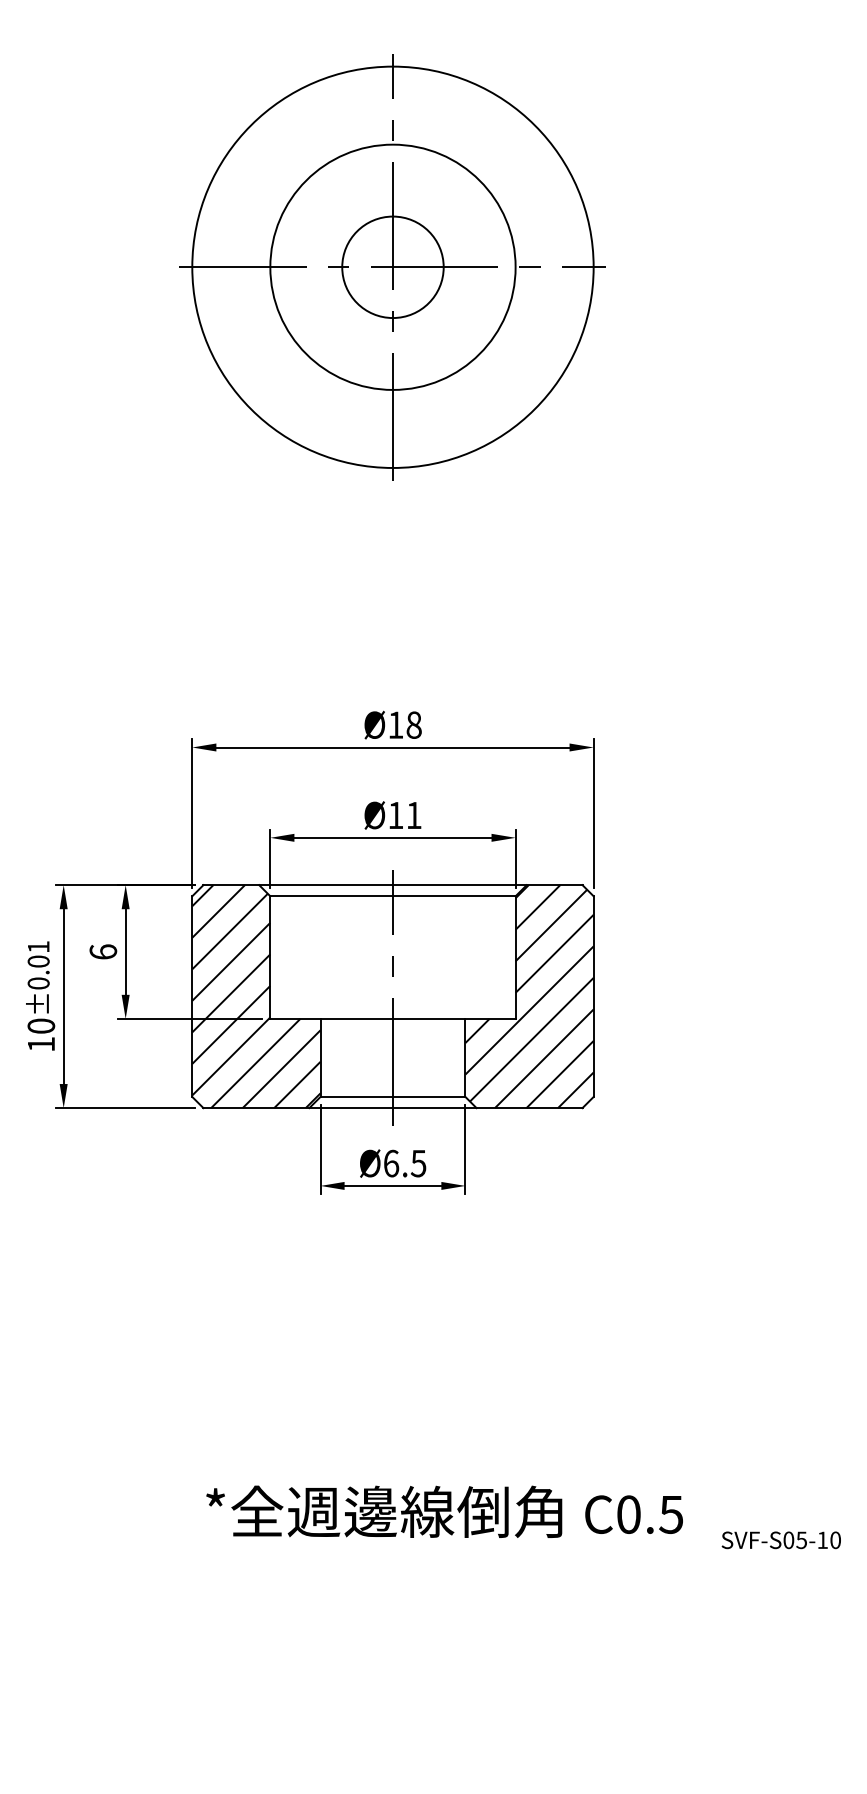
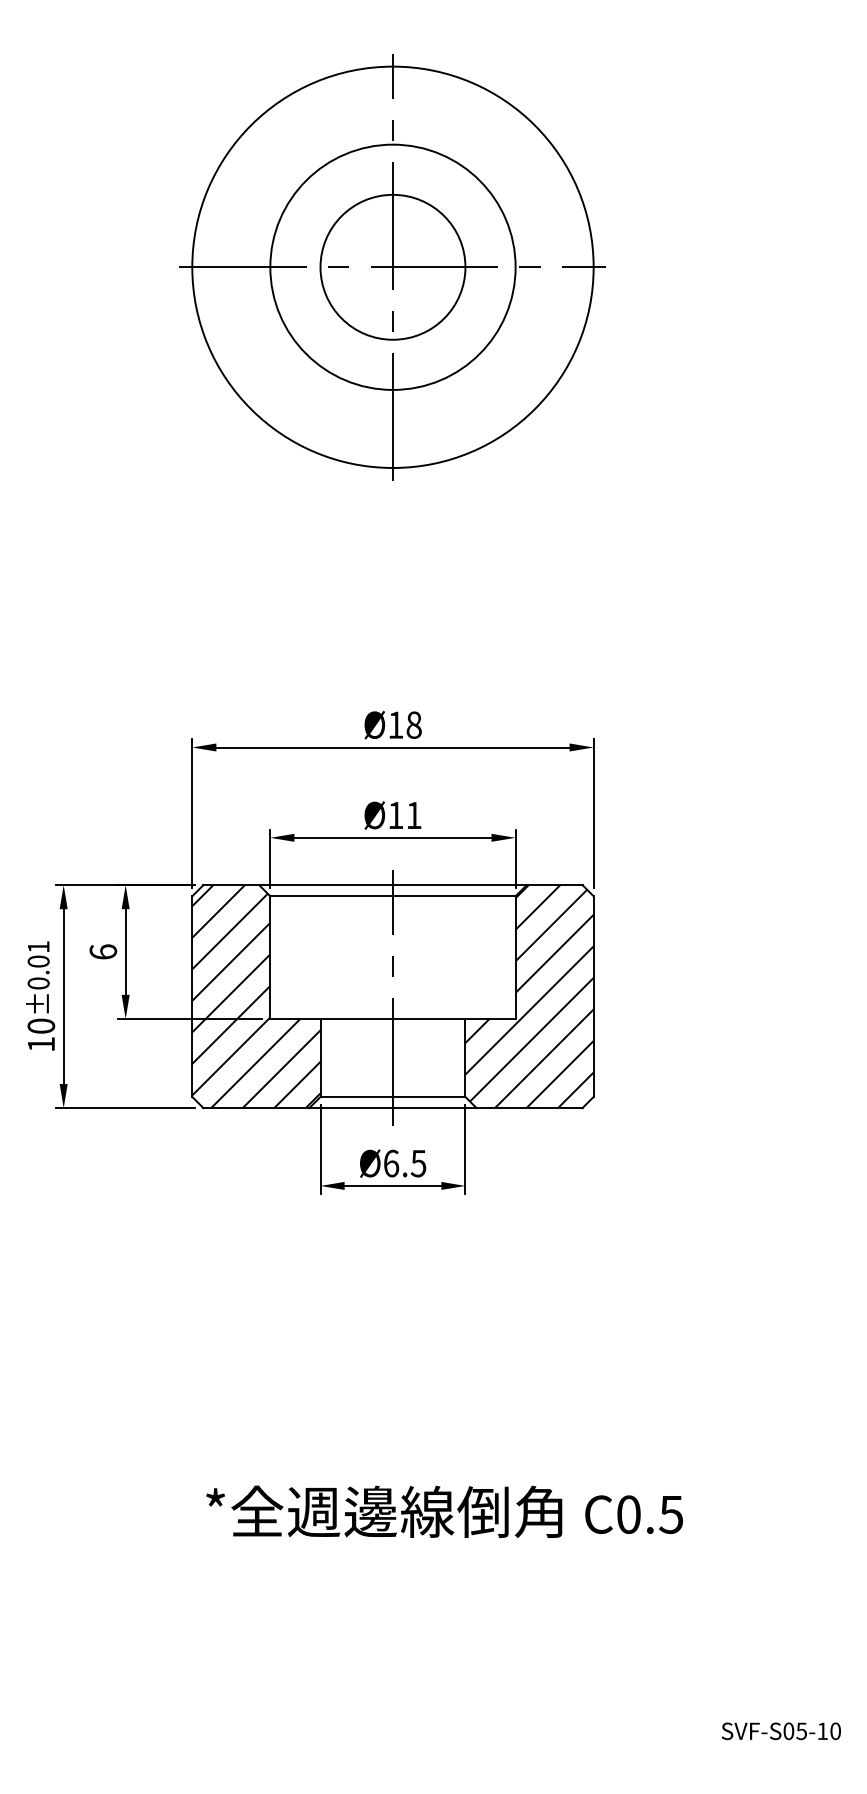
circle at (392, 267) diameter: 101 px -> 145 px
text at (780, 1540) position: (780, 1540) -> (780, 1731)
